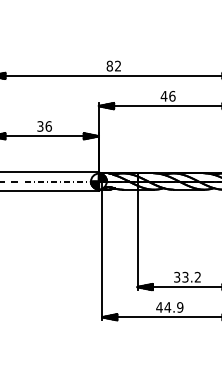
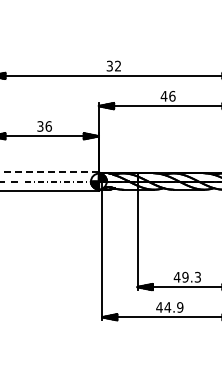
text at (109, 65): 82 -> 32
line at (49, 172): solid -> dashed
text at (186, 276): 33.2 -> 49.3
